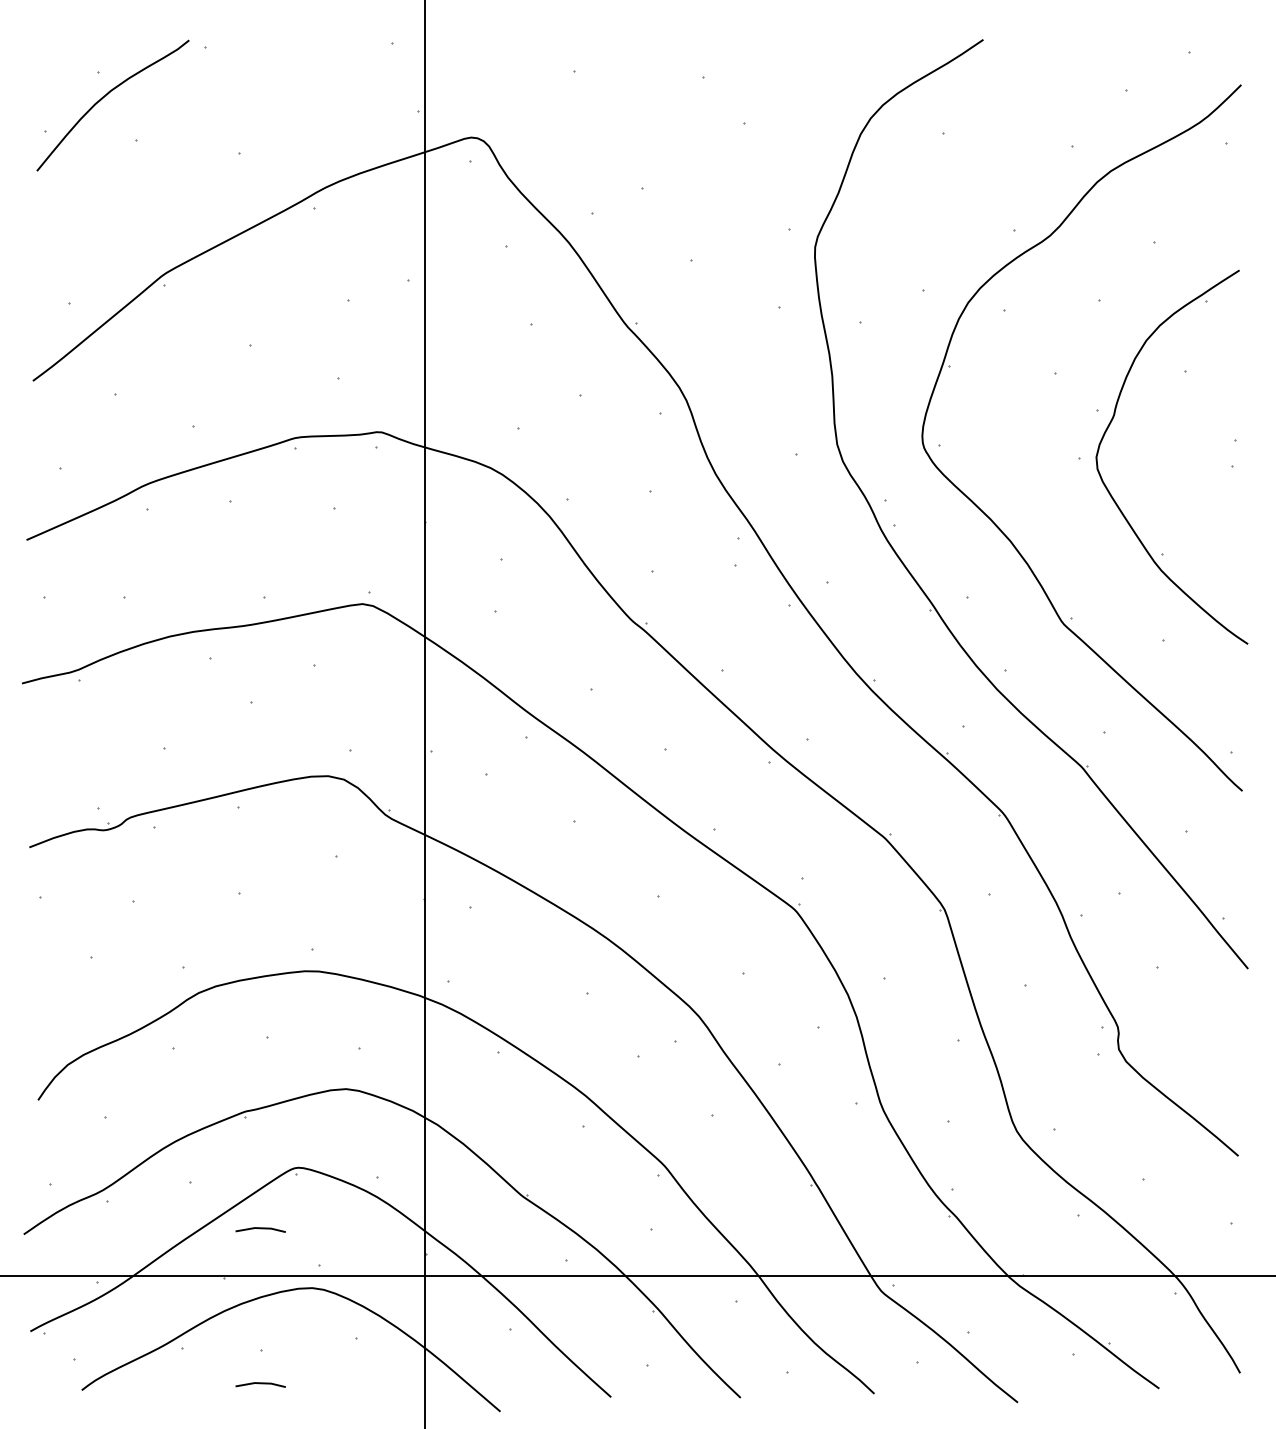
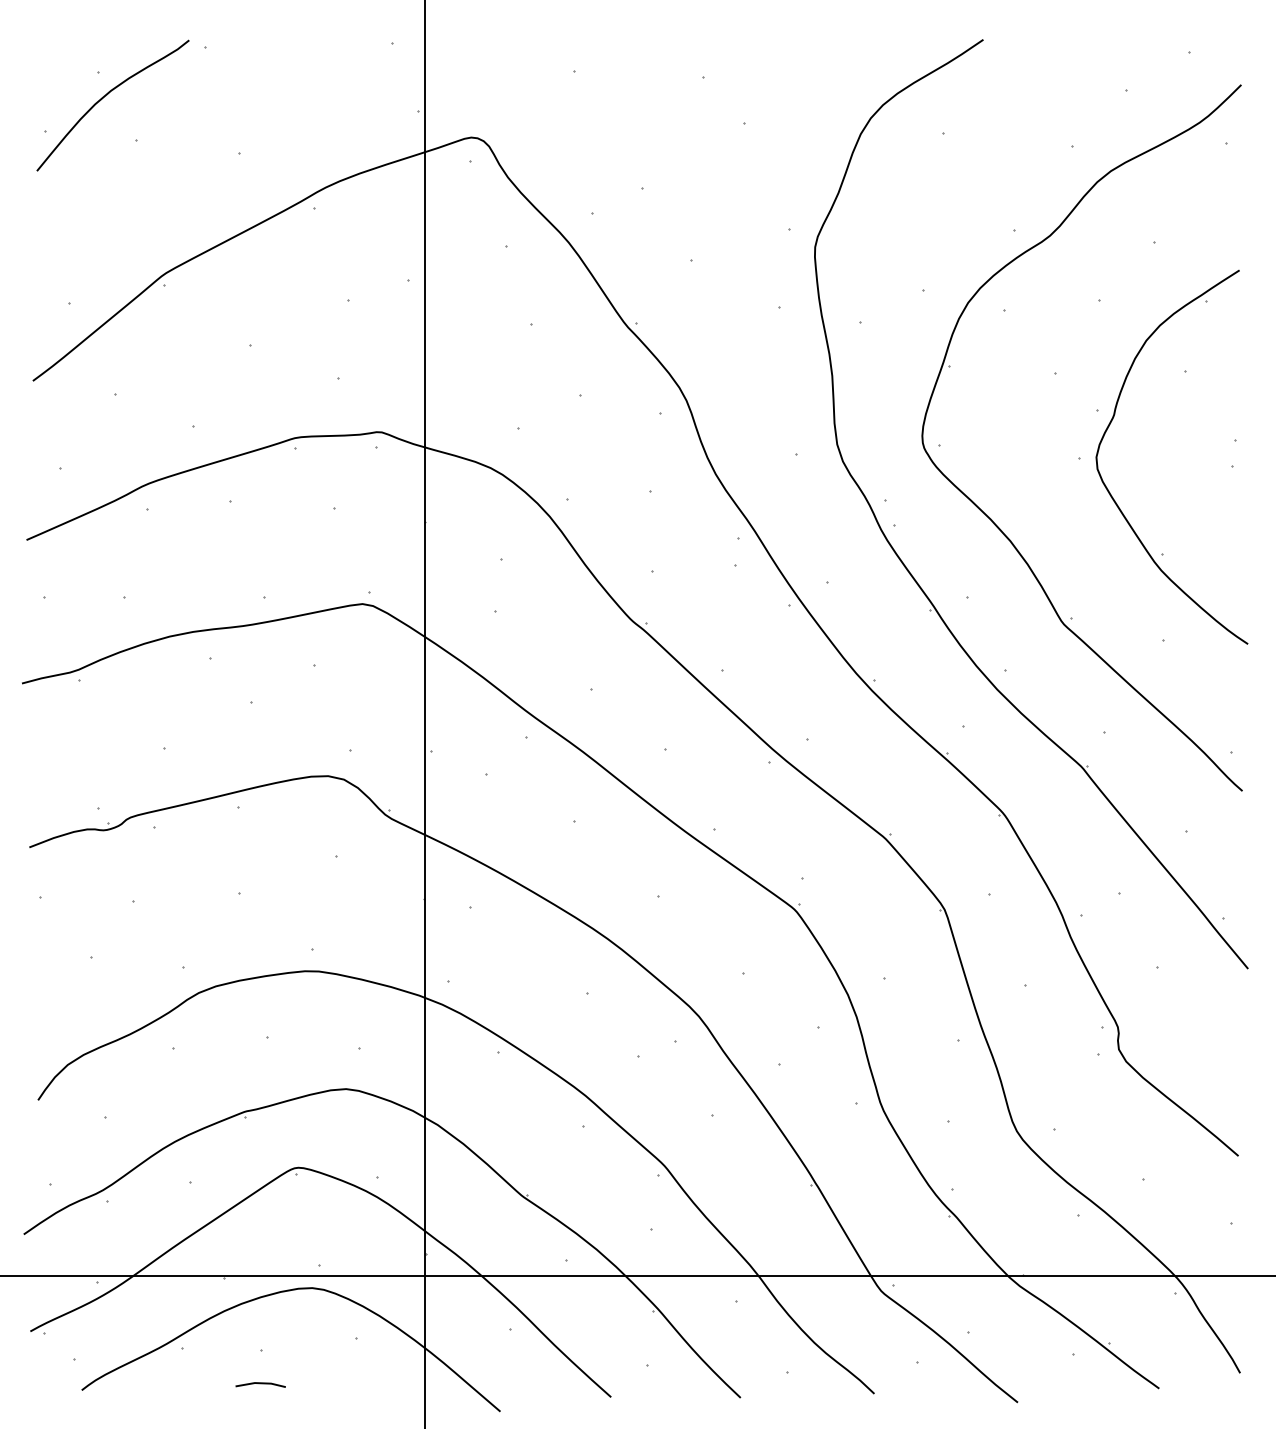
line at (260, 1229): present -> none
